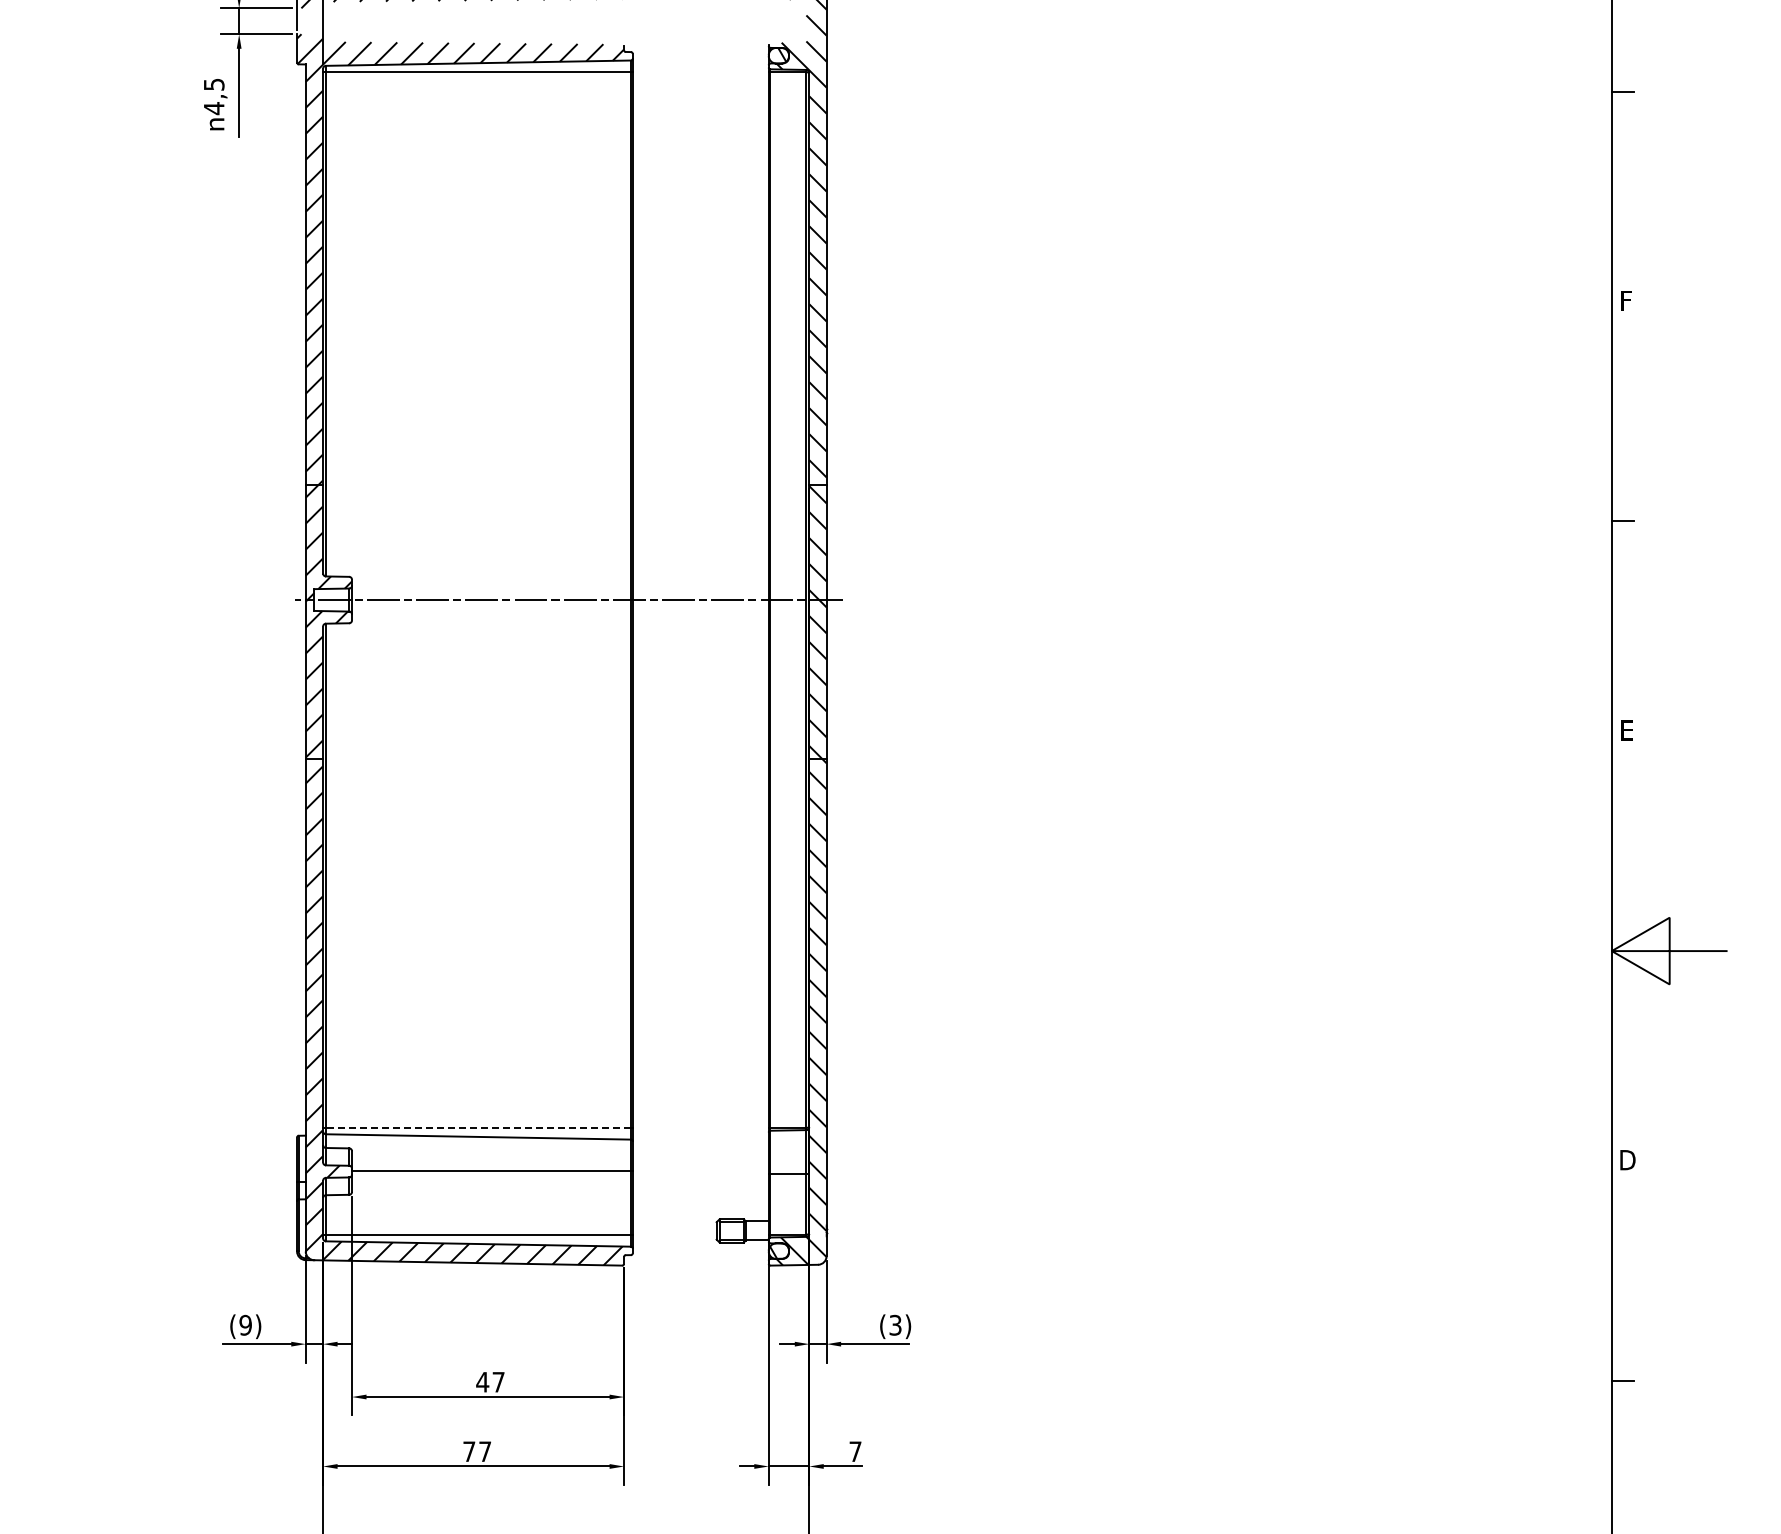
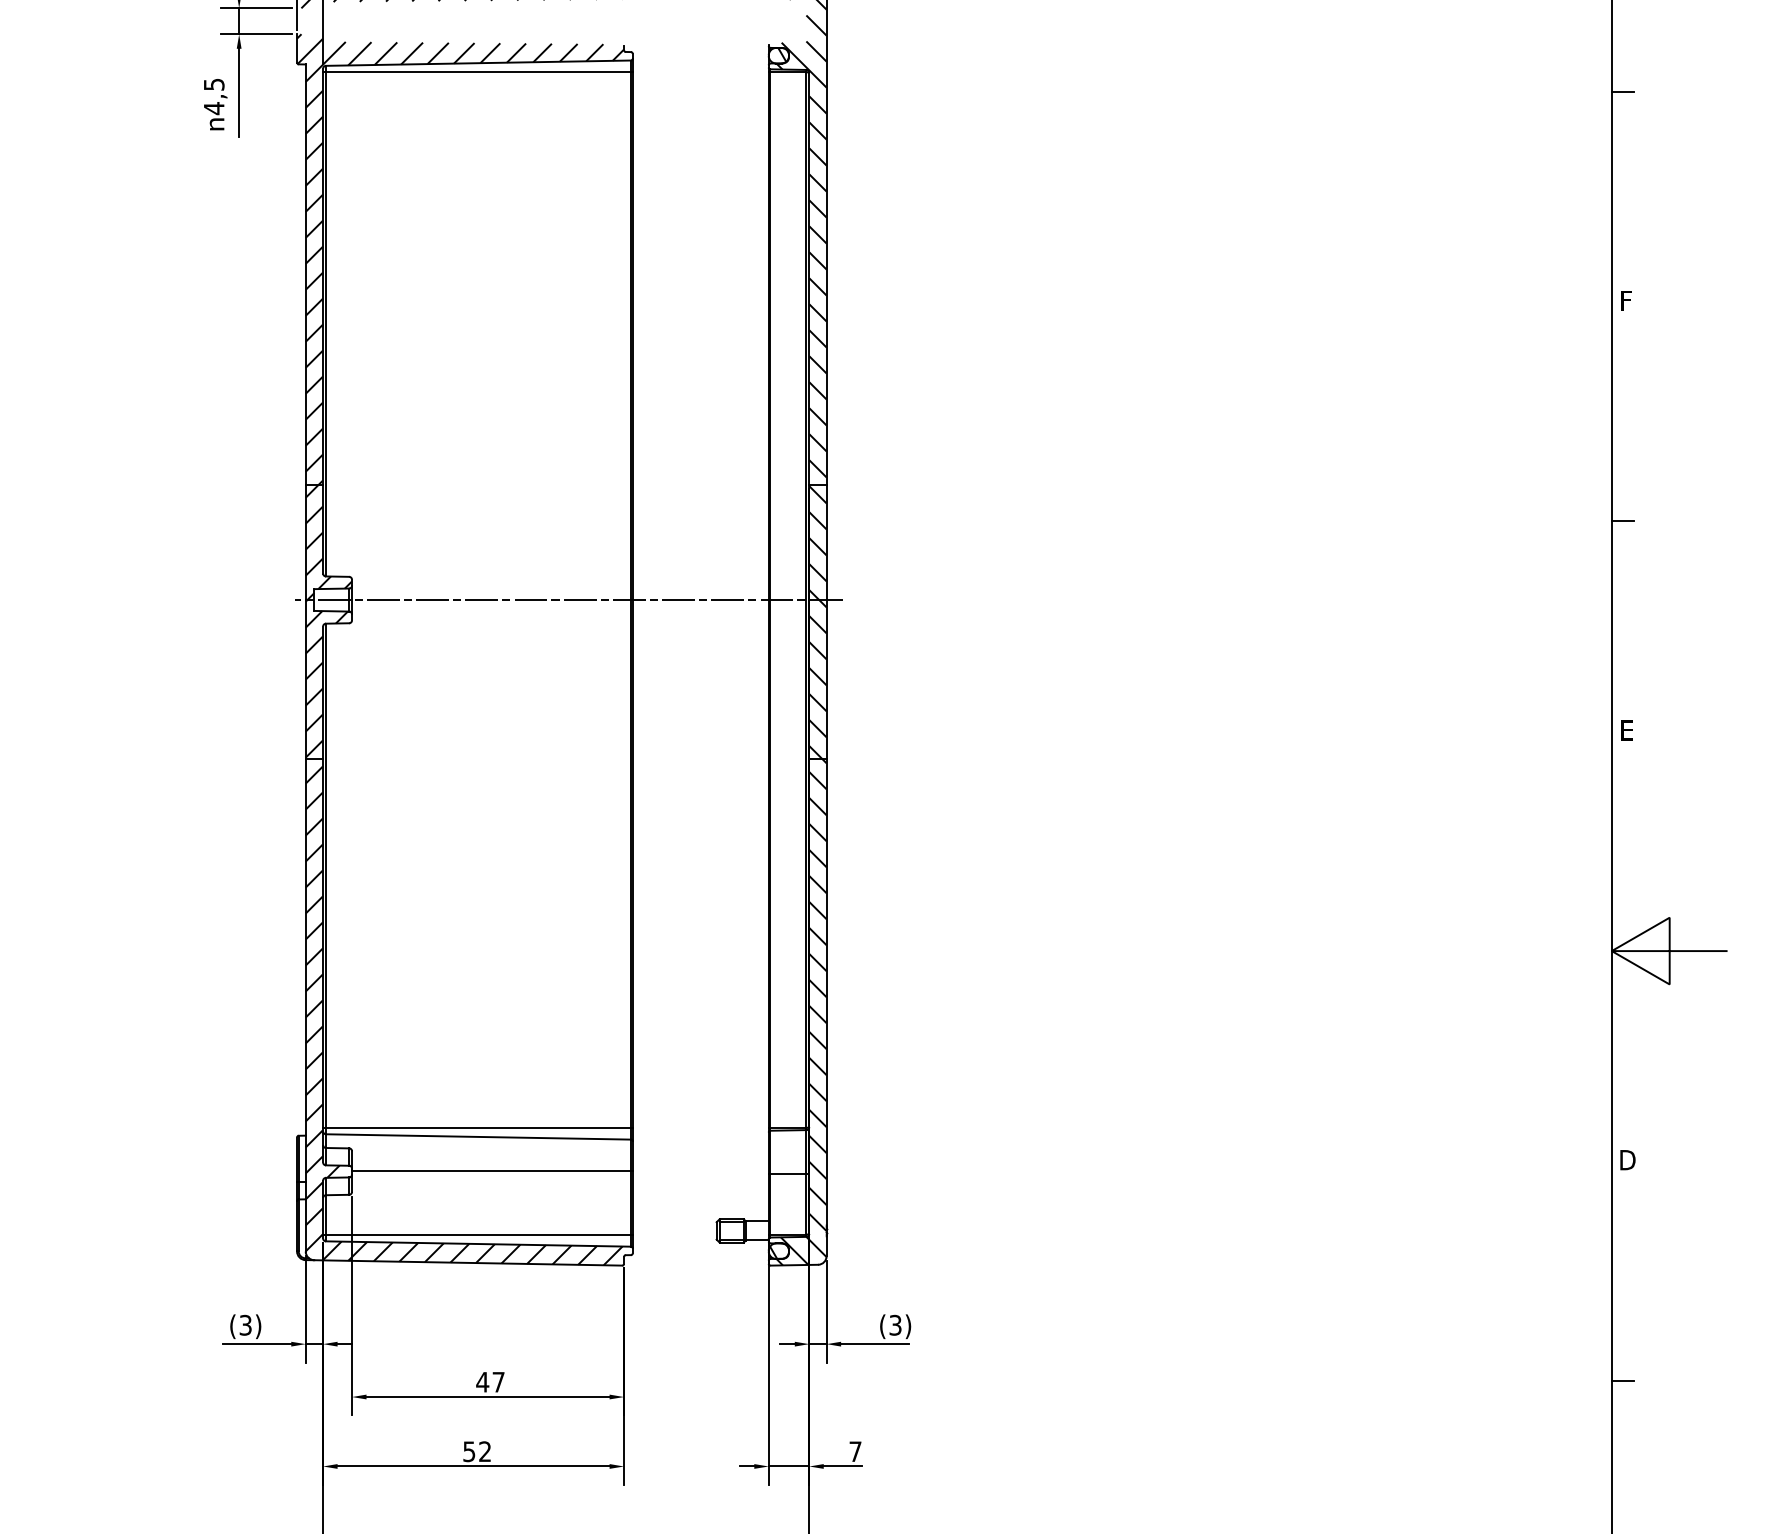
line at (478, 1127): dashed -> solid
text at (245, 1325): (9) -> (3)
text at (477, 1451): 77 -> 52
